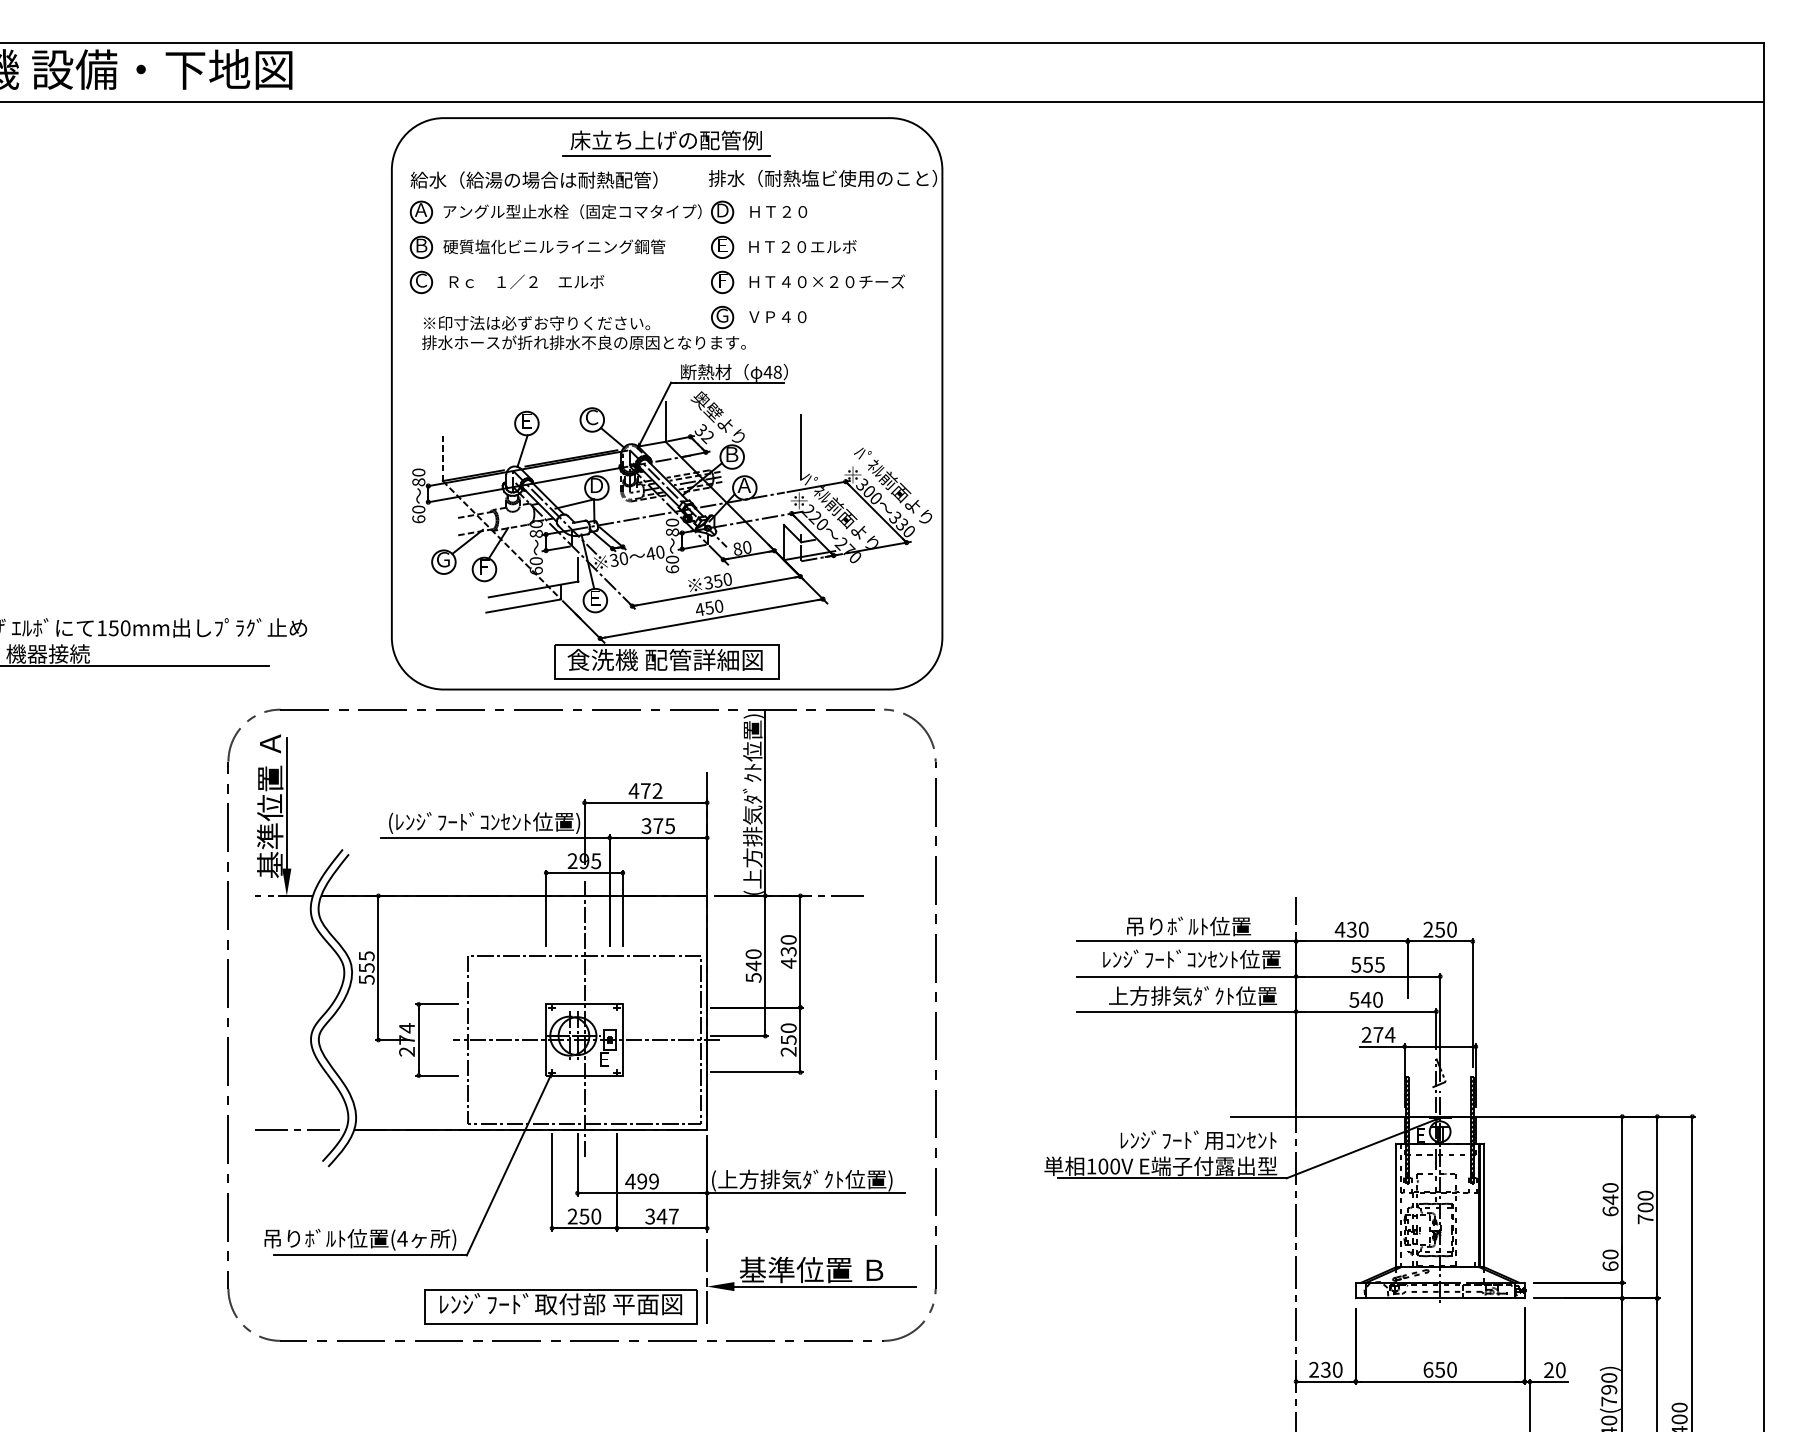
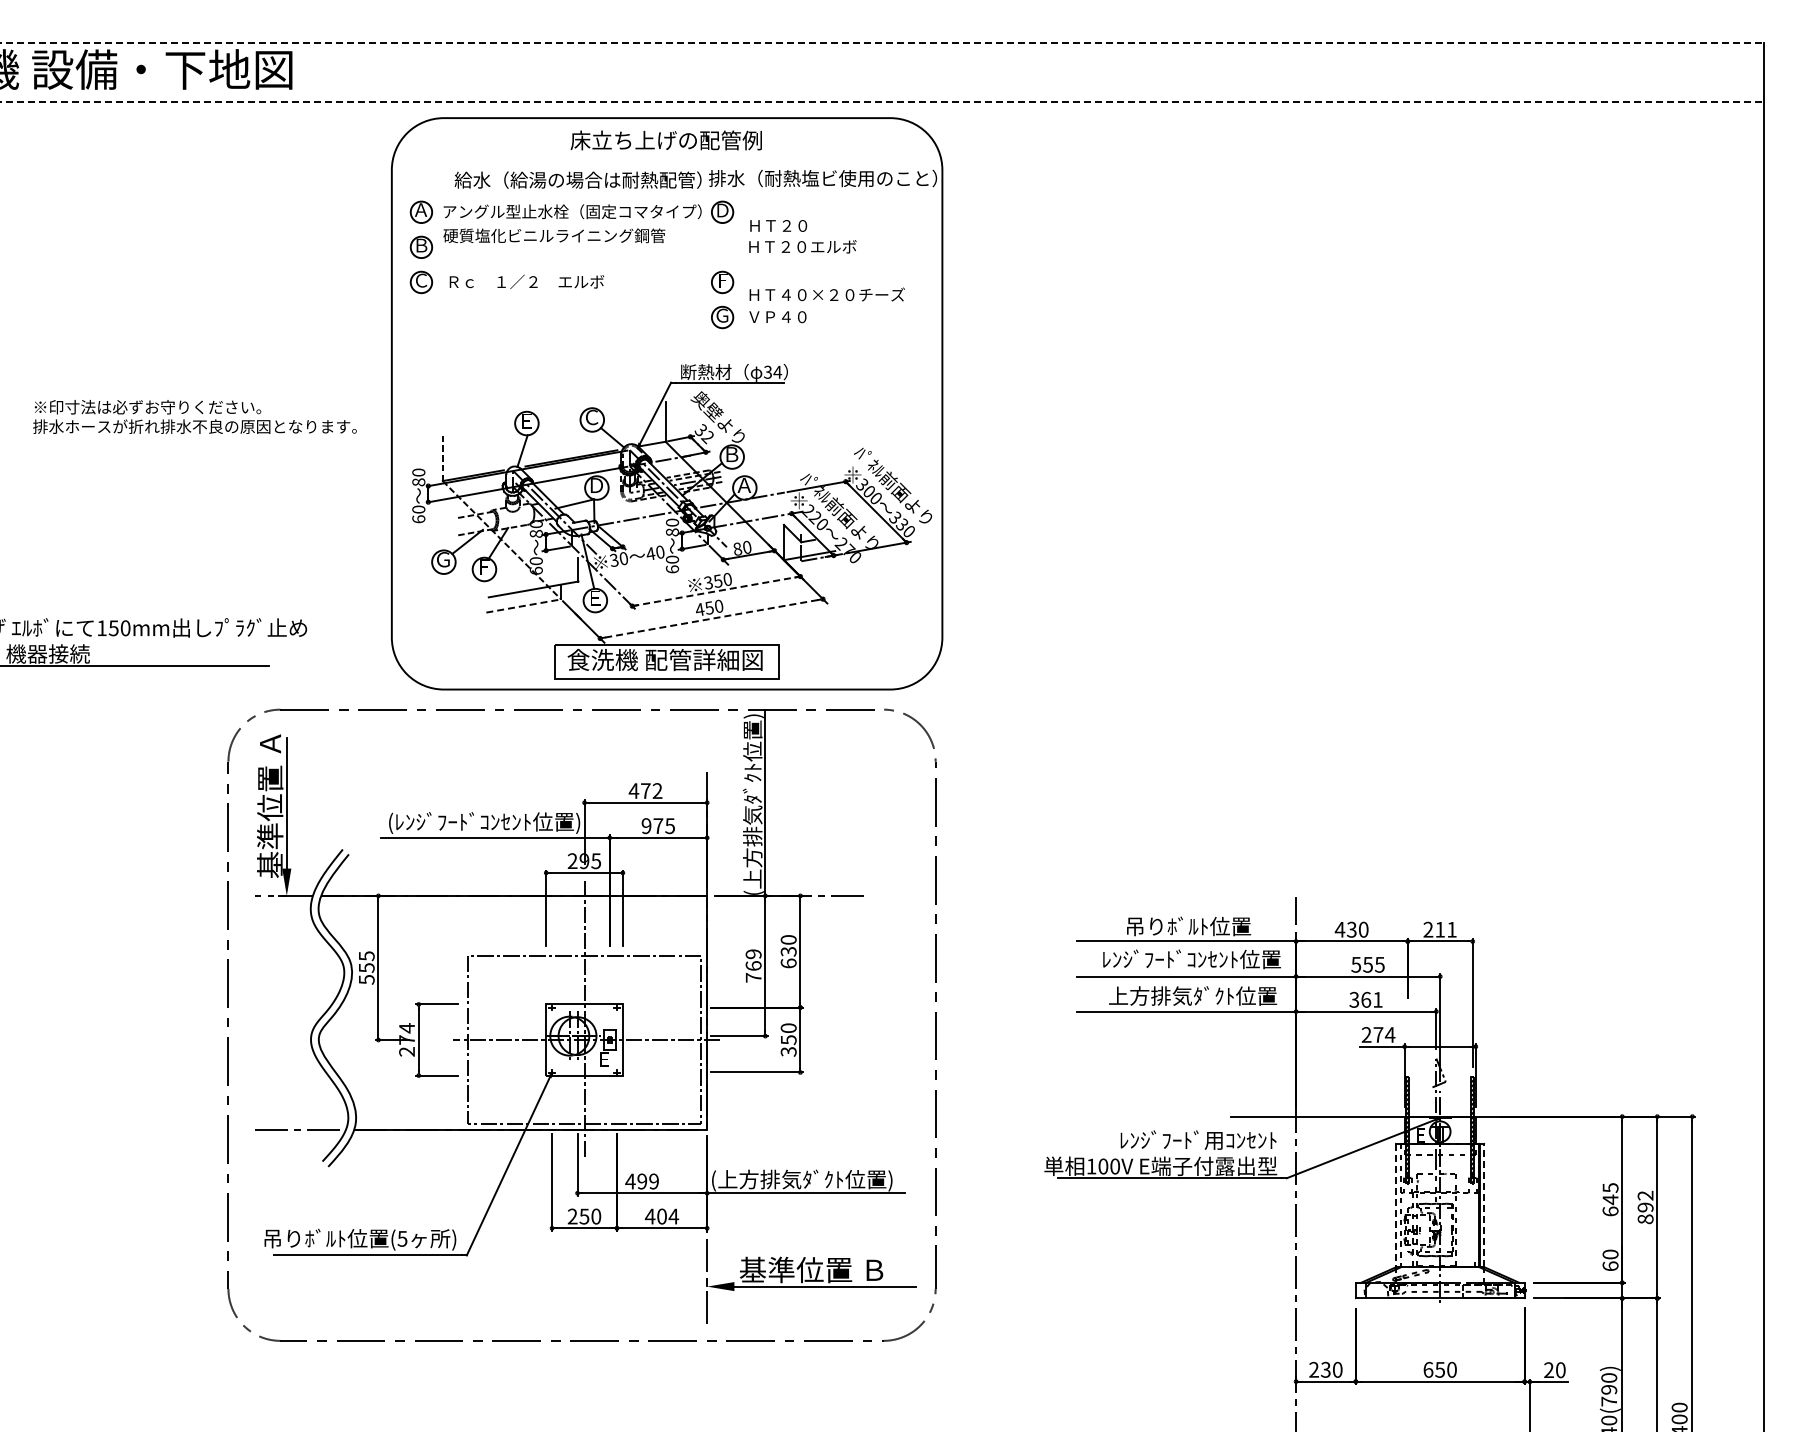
line at (882, 43): solid -> dashed
line at (882, 101): solid -> dashed
line at (666, 156): present -> none
text at (533, 179) position: (533, 179) -> (577, 179)
text at (778, 211) position: (778, 211) -> (778, 225)
text at (554, 246) position: (554, 246) -> (554, 235)
part at (722, 246): present -> none
text at (826, 281) position: (826, 281) -> (826, 294)
text at (583, 332) position: (583, 332) -> (194, 416)
text at (772, 371): 48 -> 34
line at (801, 447): present -> none
line at (715, 591): solid -> dashed
line at (523, 606): solid -> dashed
line at (714, 618): solid -> dashed
text at (646, 825): 375 -> 975
text at (1445, 929): 250 -> 211
text at (788, 963): 430 -> 630
text at (753, 965): 540 -> 769
text at (1366, 999): 540 -> 361
text at (788, 1051): 250 -> 350
text at (1610, 1187): 640 -> 645
line at (1396, 1205): solid -> dashed
line at (1484, 1205): solid -> dashed
text at (1645, 1207): 700 -> 892
text at (661, 1216): 347 -> 404
text at (402, 1238): (4 -> (5
part at (560, 1306): present -> none
